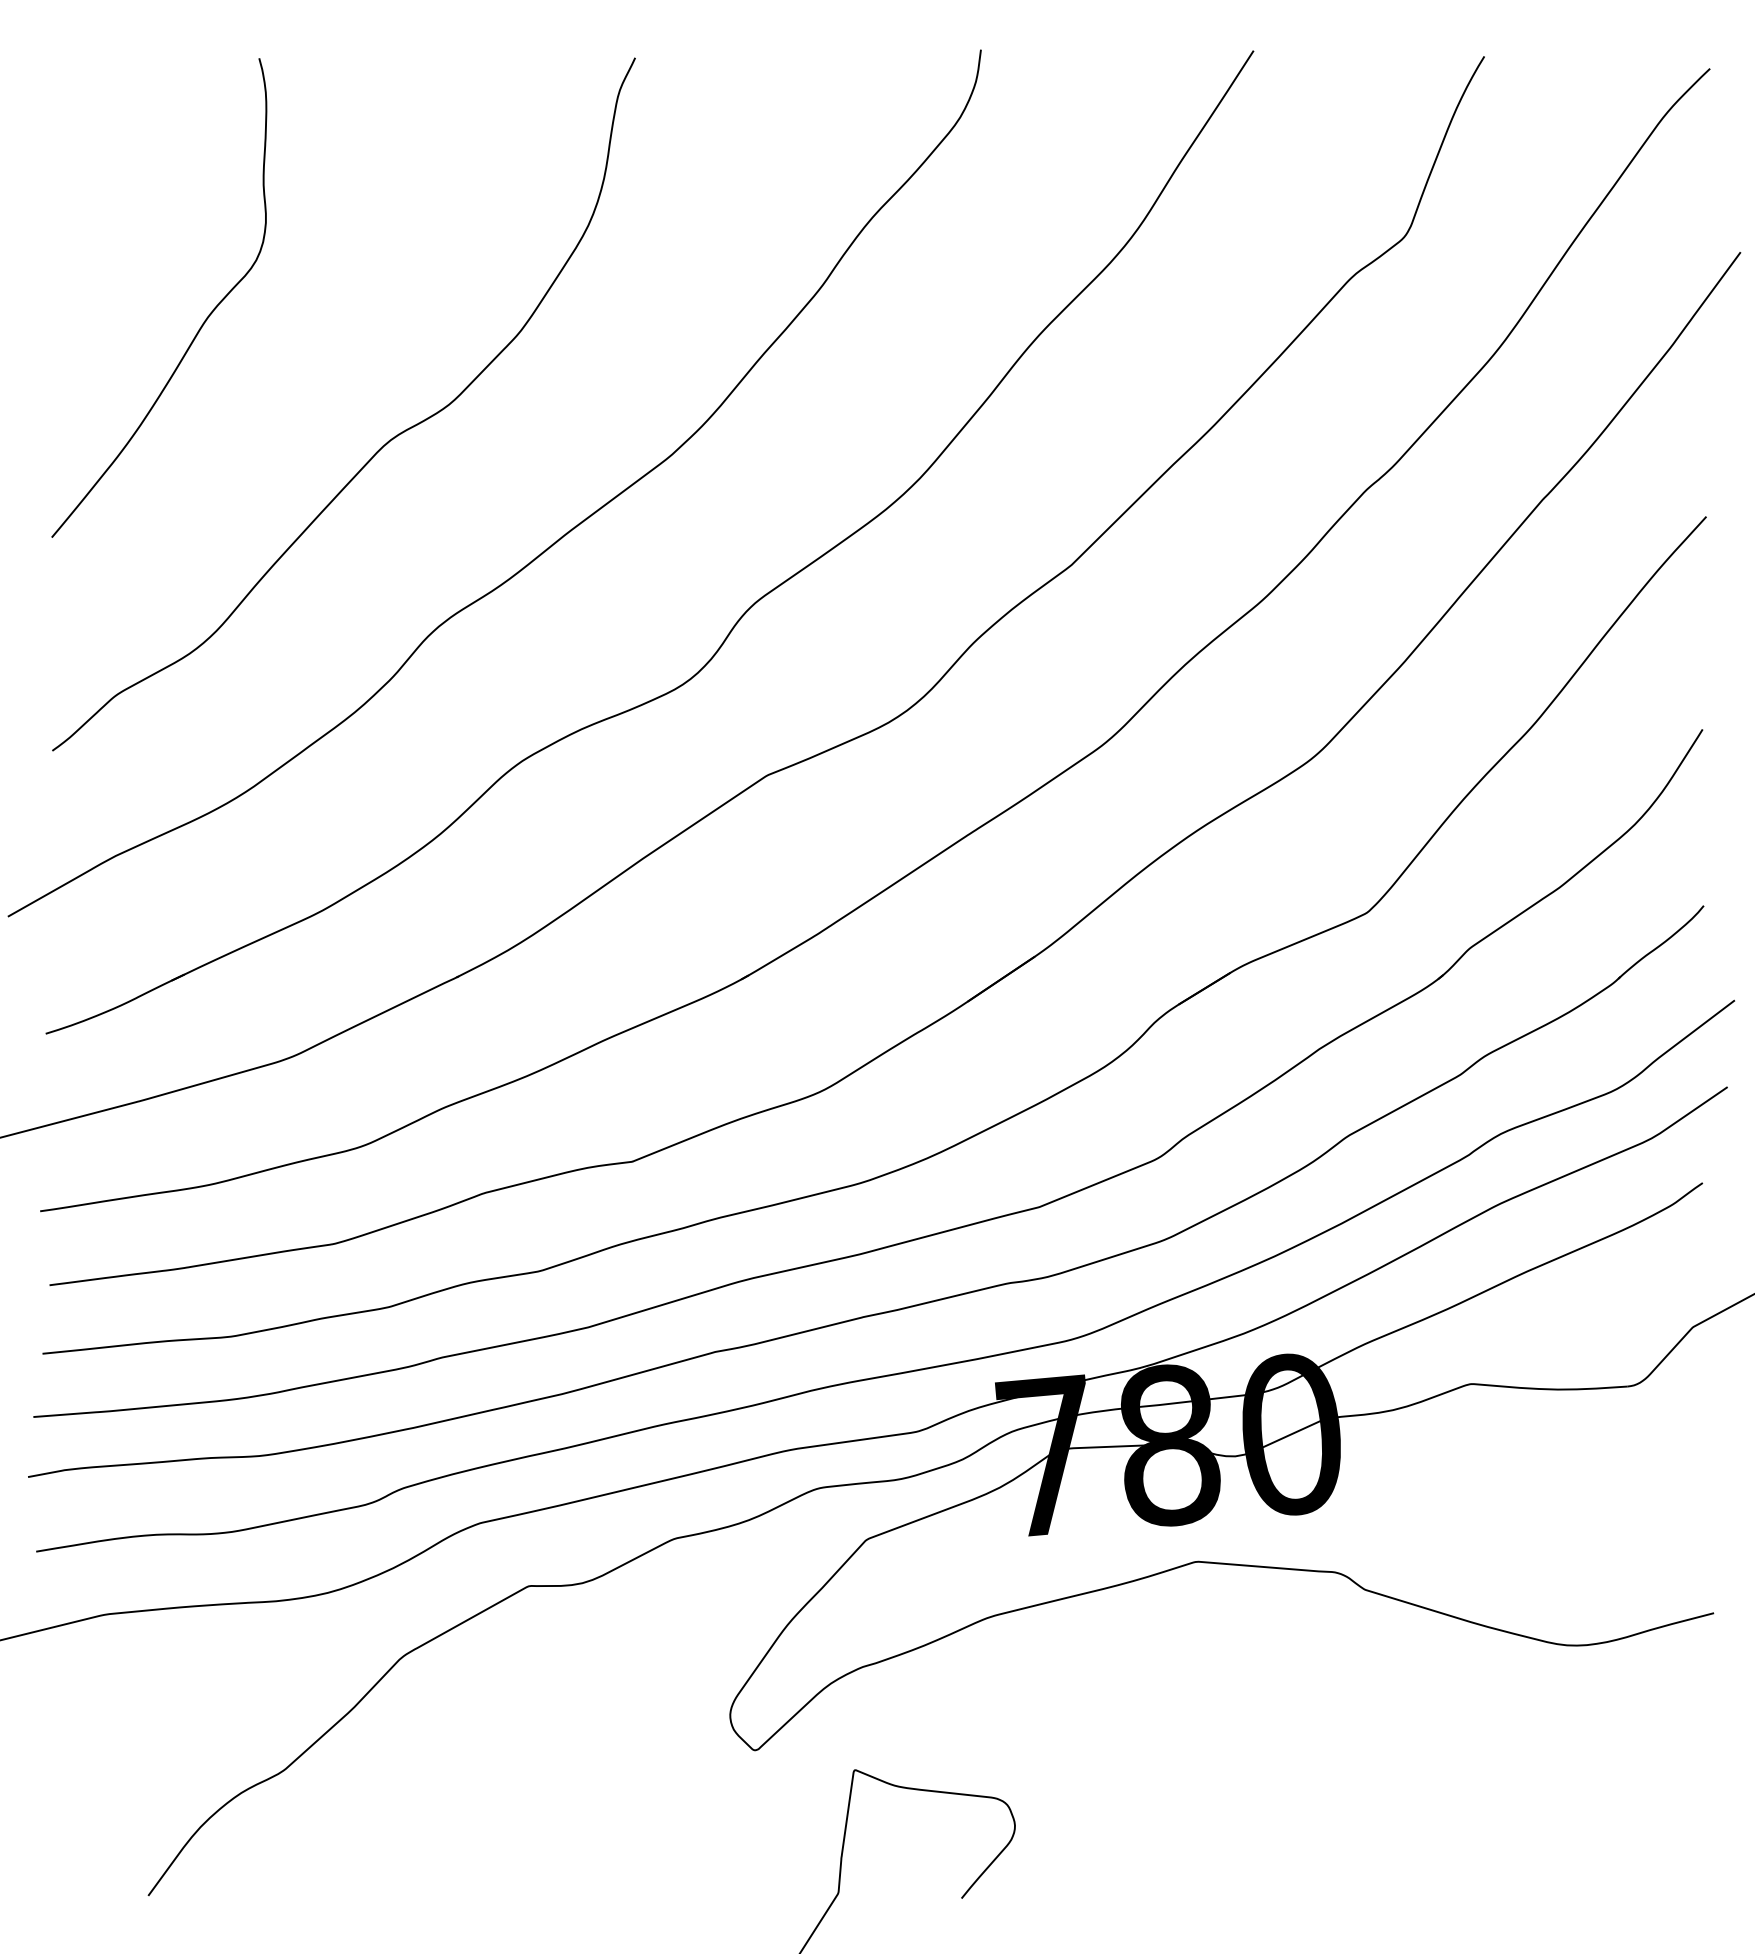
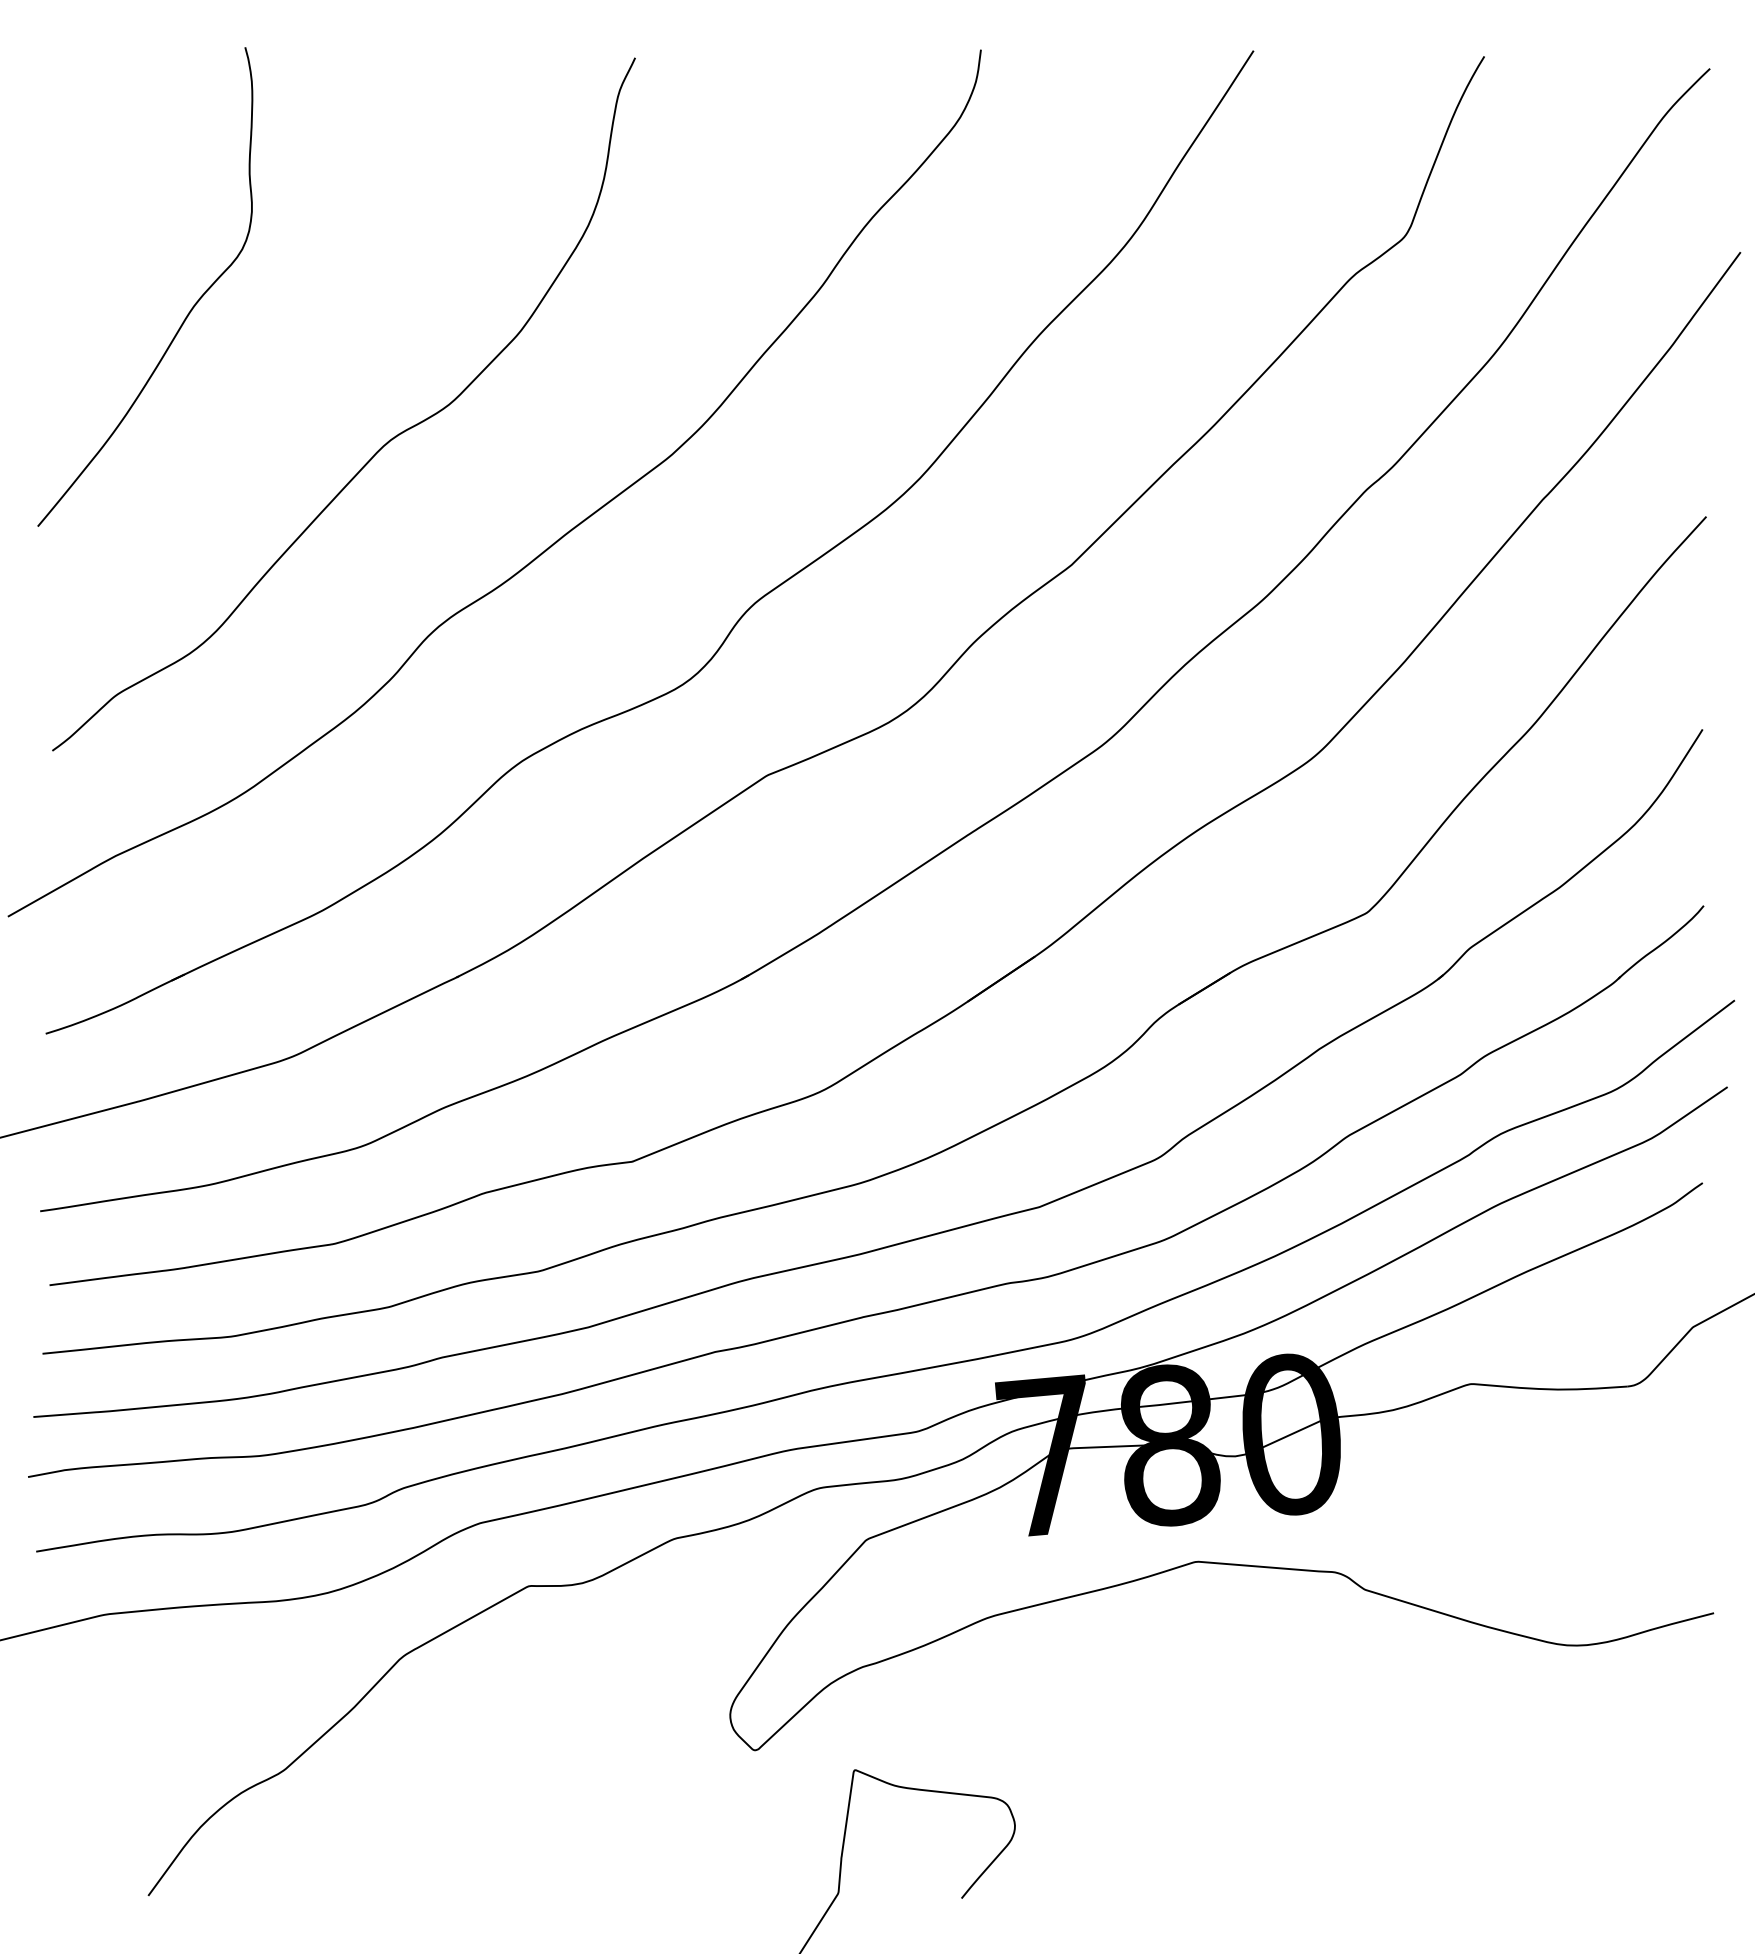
curve at (200, 326) position: (200, 326) -> (186, 315)
